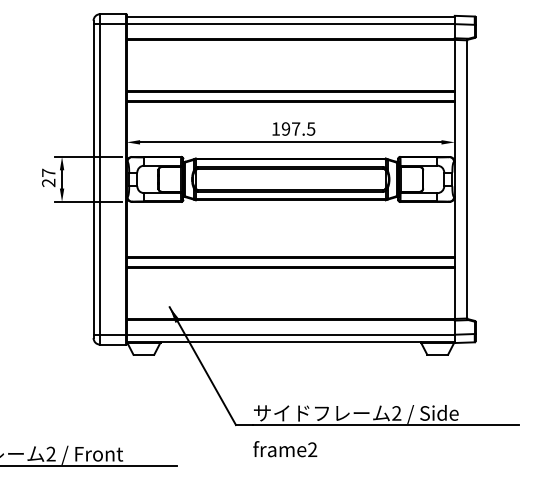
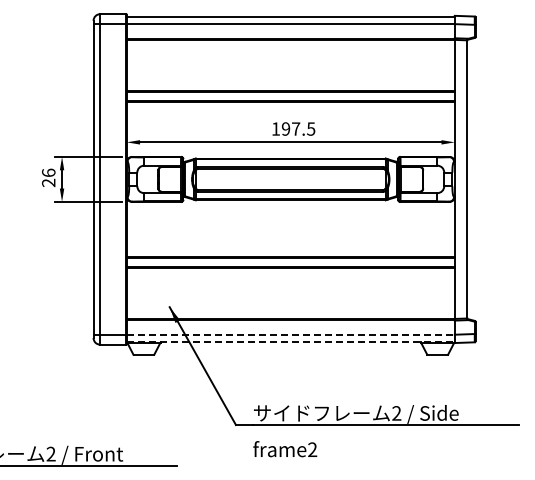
text at (48, 172): 27 -> 26
line at (291, 334): solid -> dashed
line at (291, 342): solid -> dashed
